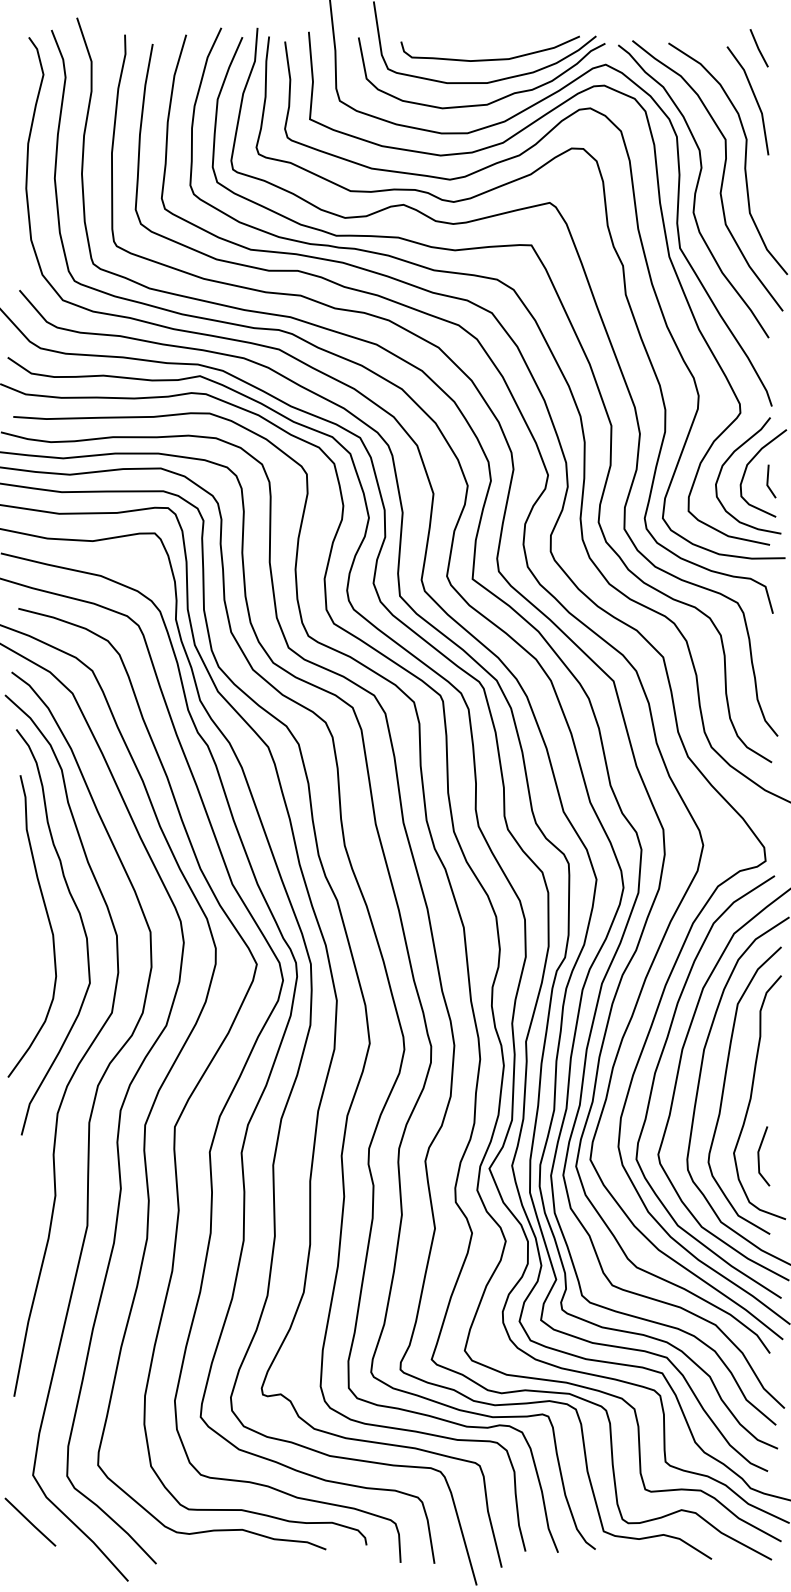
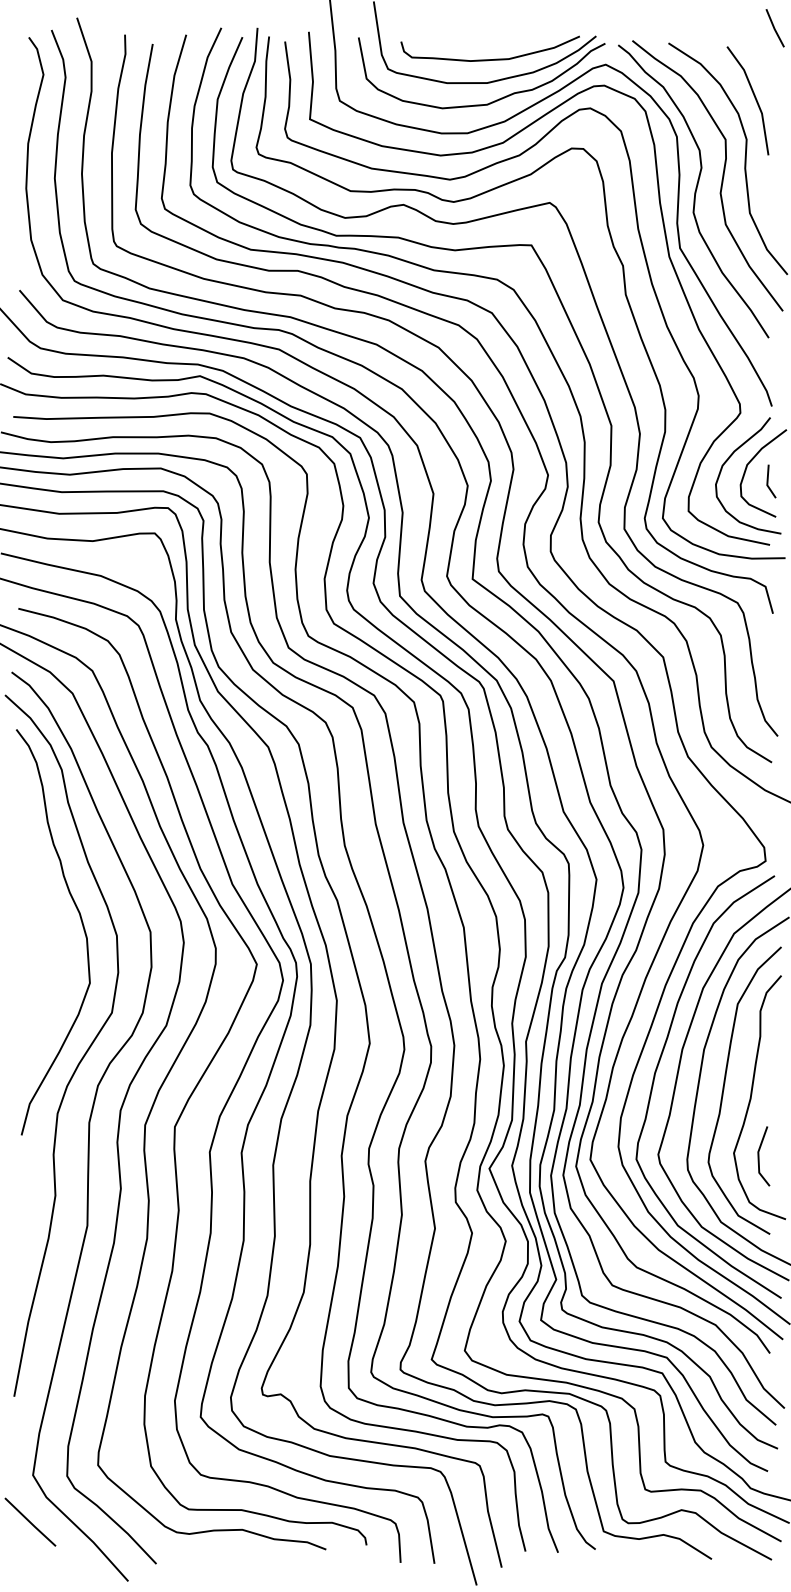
line at (758, 48) position: (758, 48) -> (774, 28)
curve at (48, 922): present -> none
